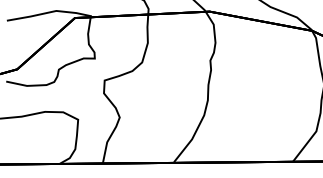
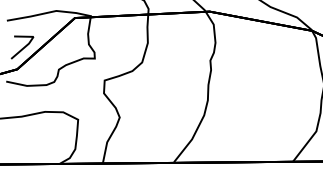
line at (22, 47): none -> present
